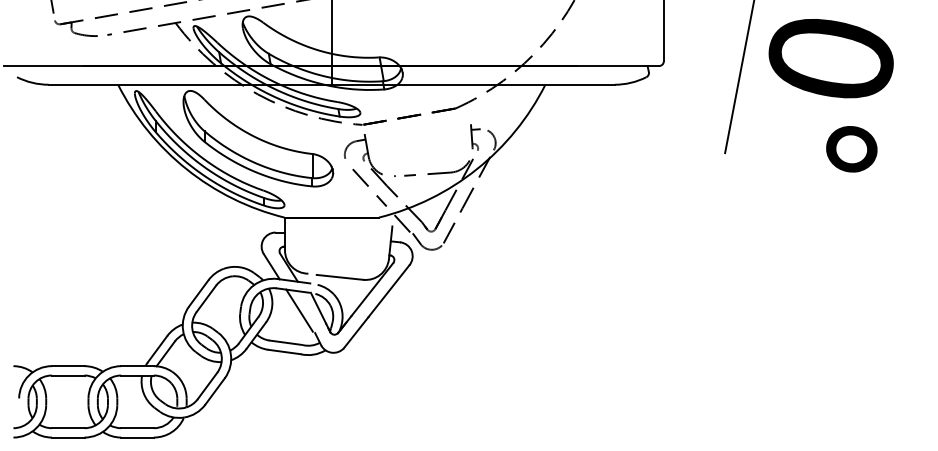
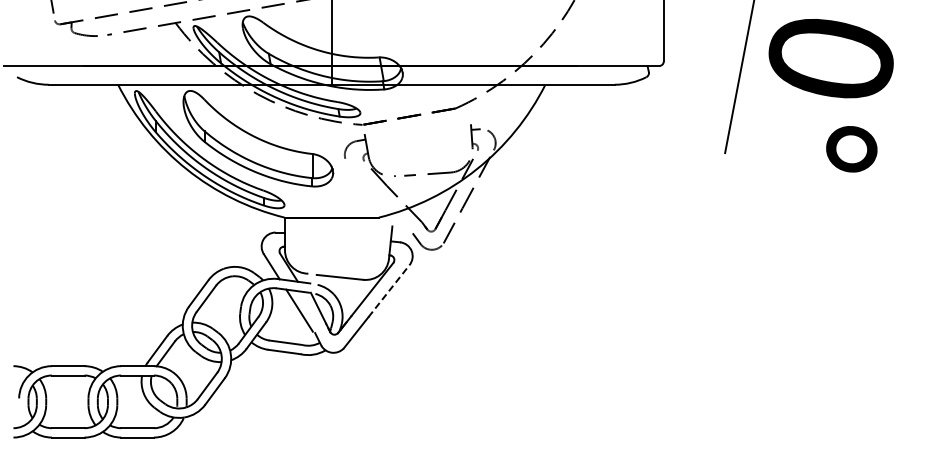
line at (360, 177): present -> none
line at (393, 213): present -> none
line at (388, 291): solid -> dashed
